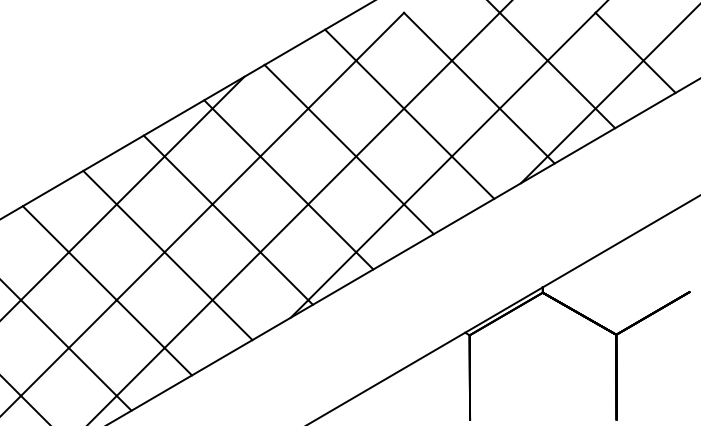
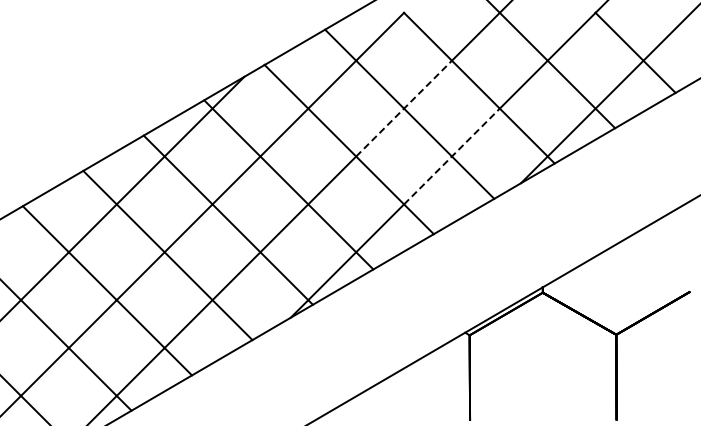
line at (404, 108): solid -> dashed
line at (451, 156): solid -> dashed
